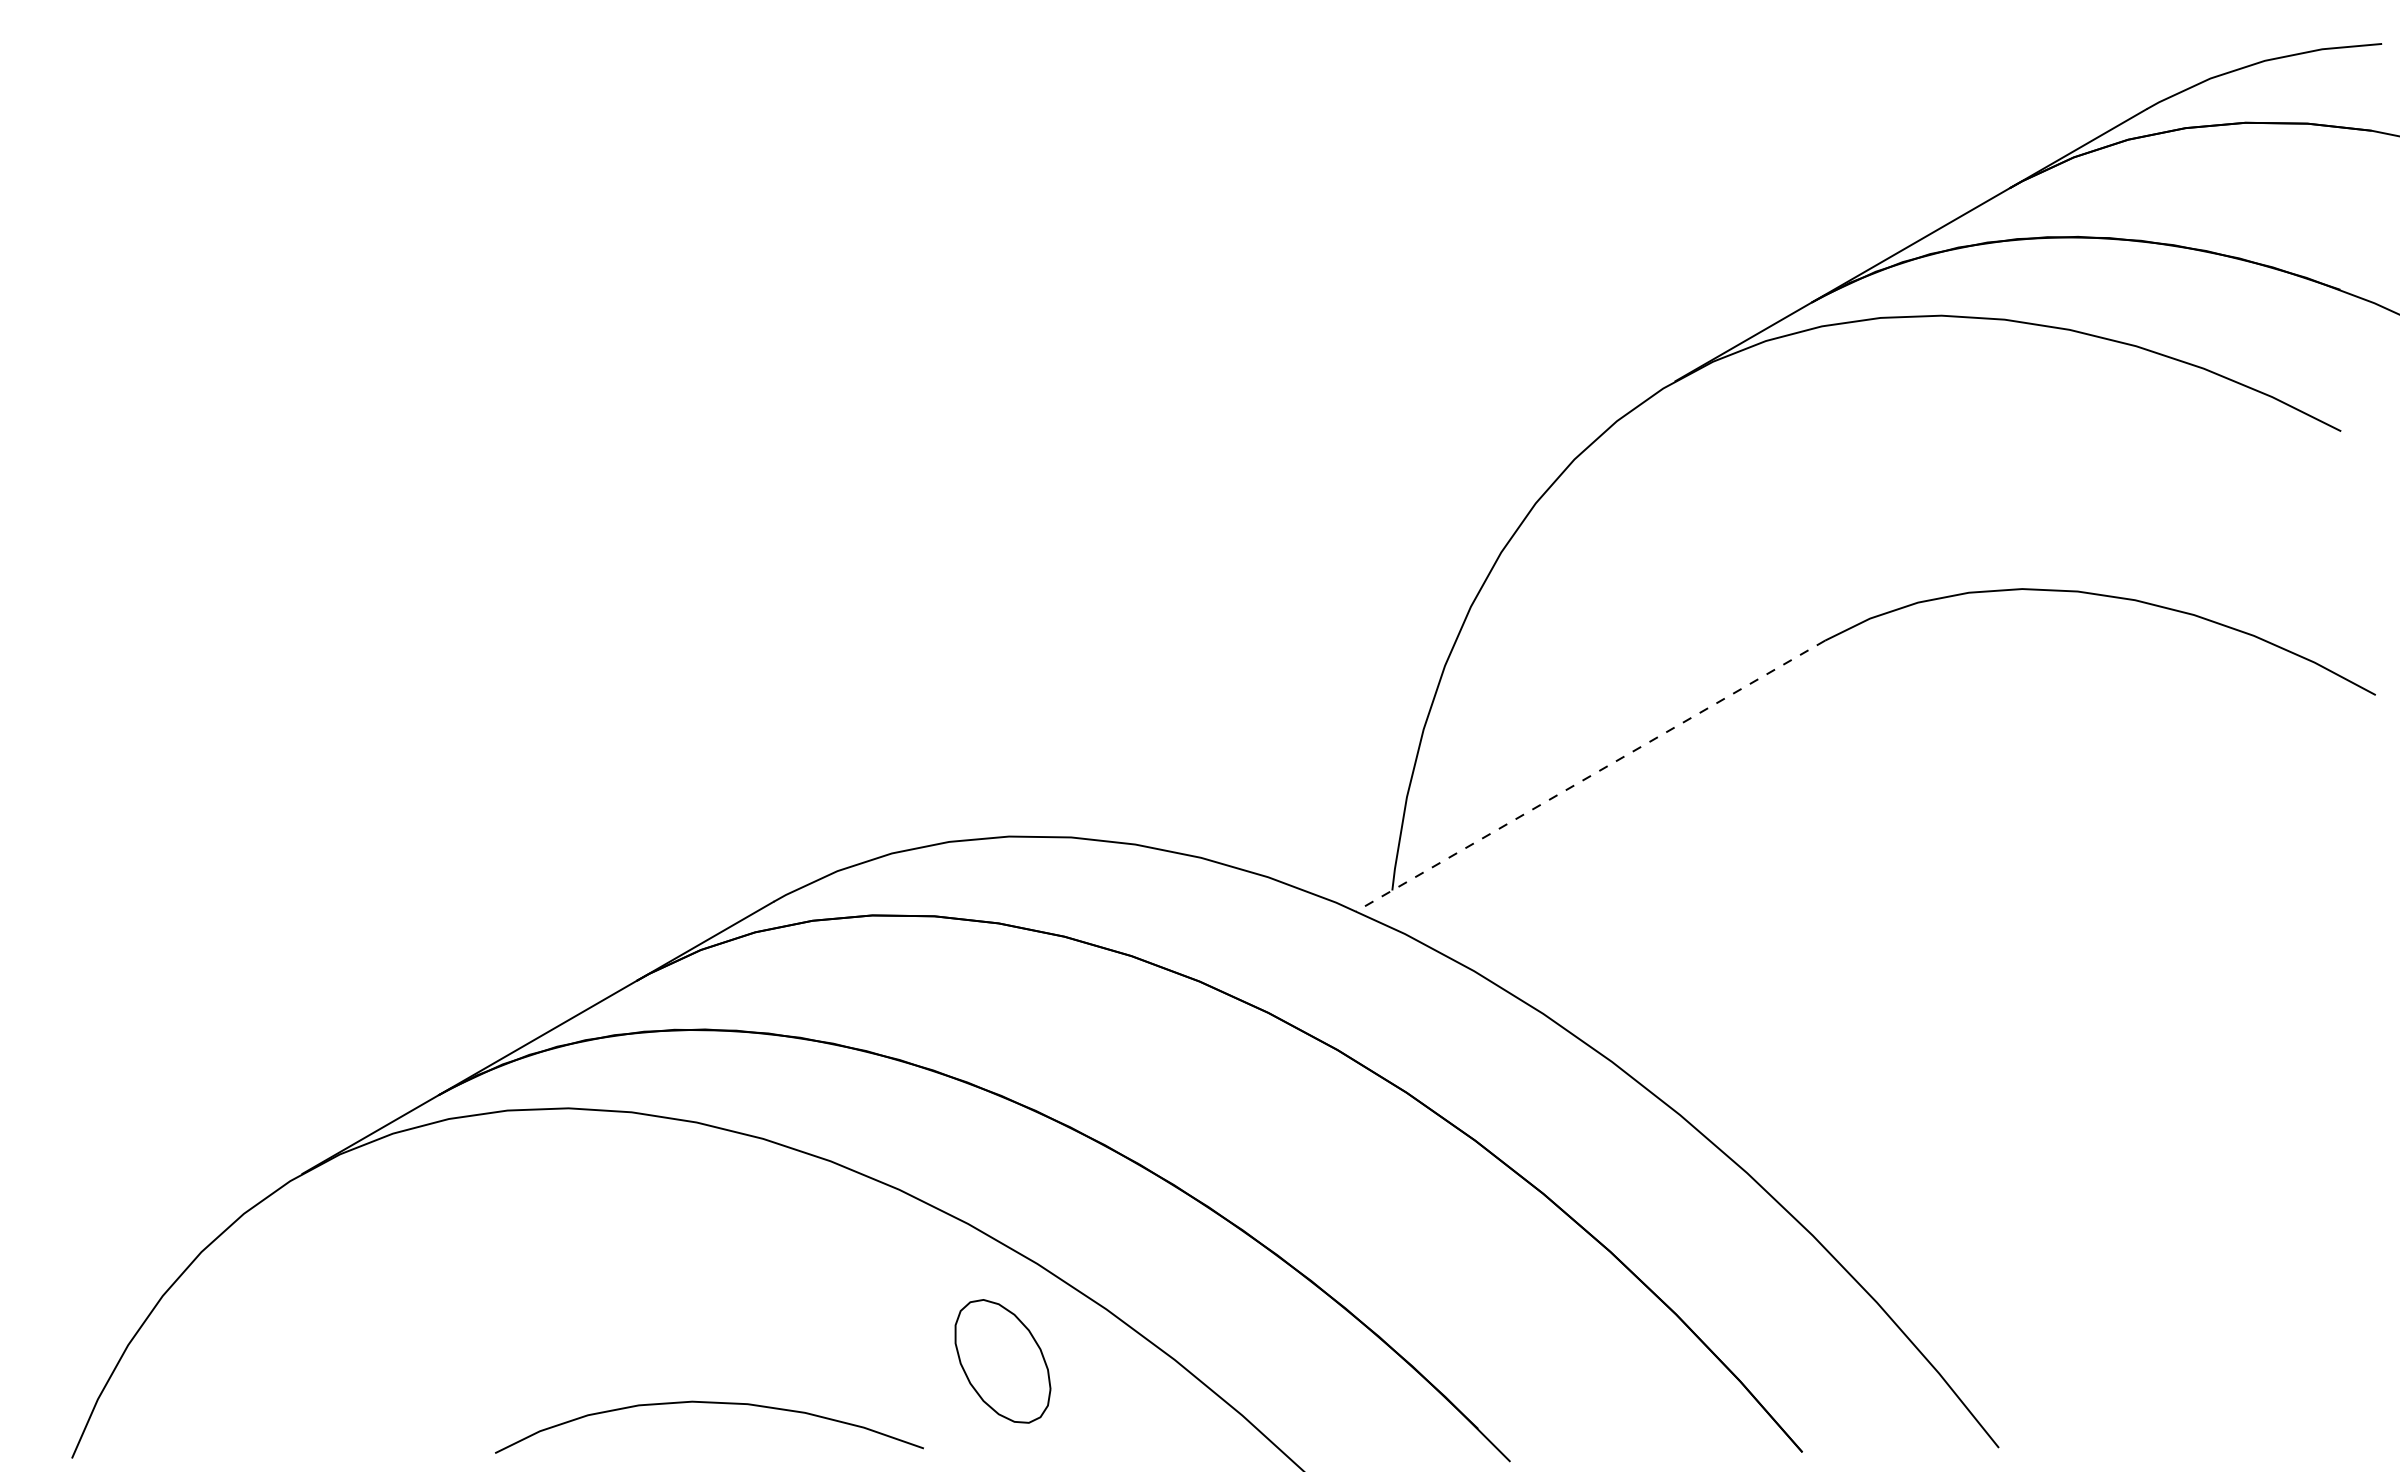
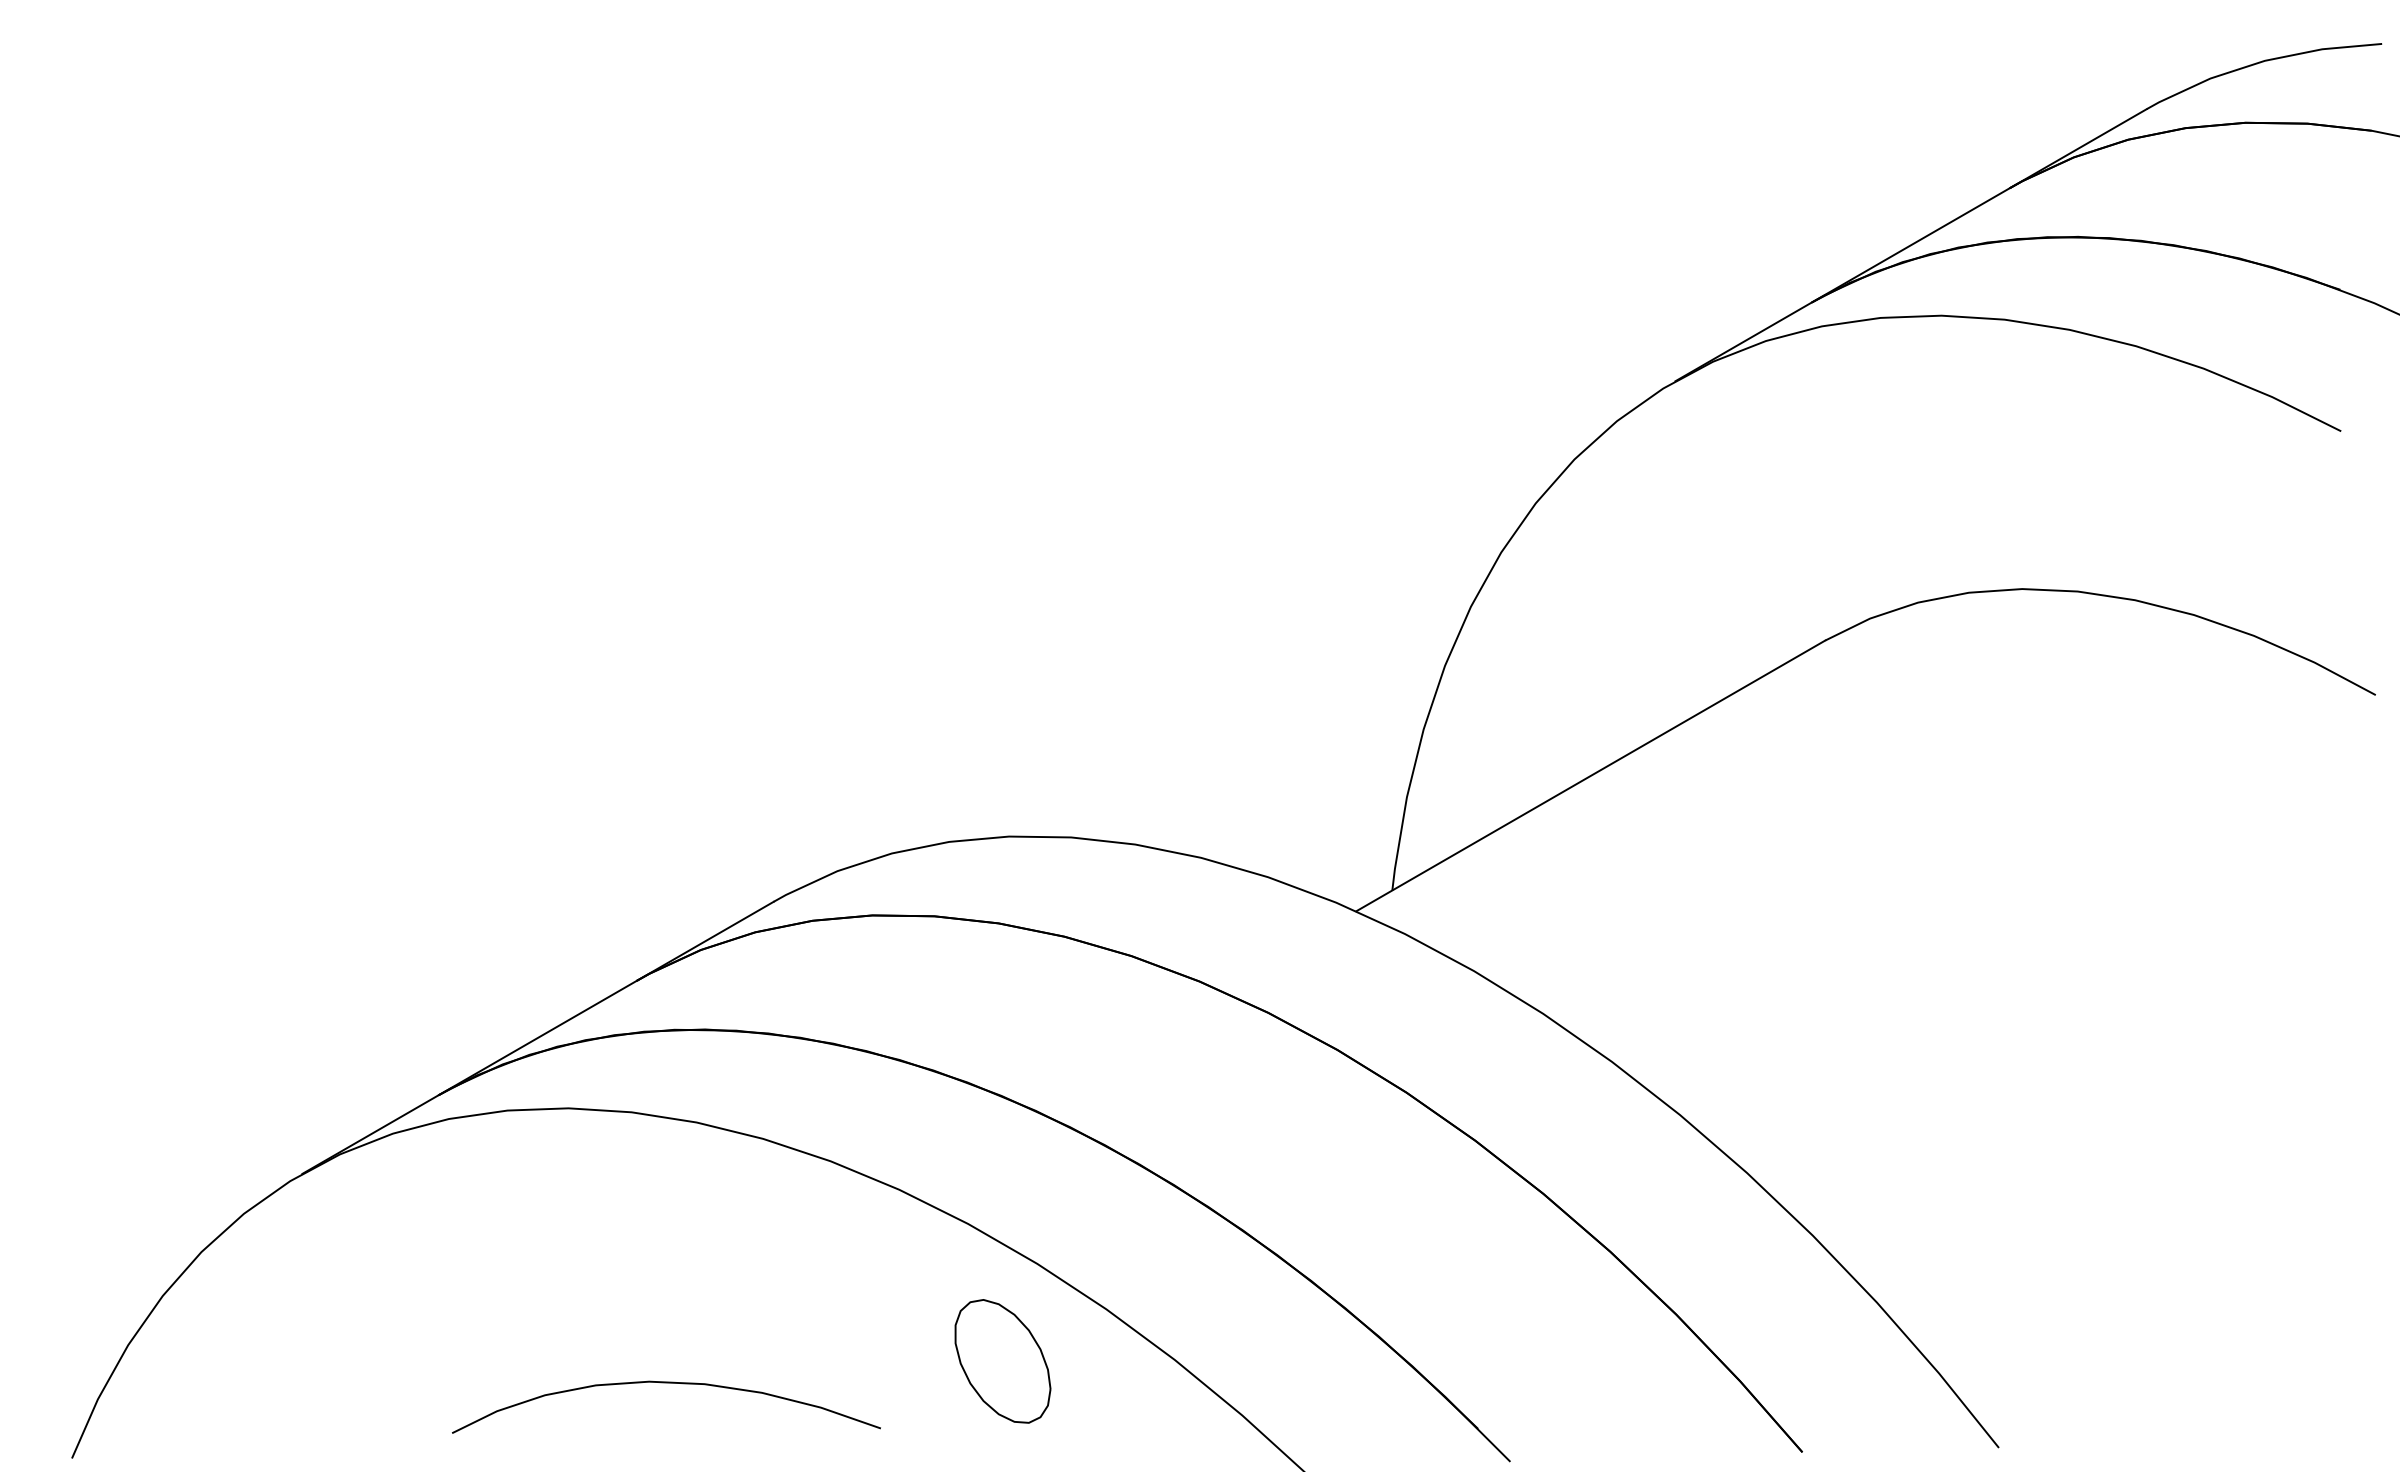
line at (1590, 775): dashed -> solid
curve at (709, 1403) position: (709, 1403) -> (666, 1383)
